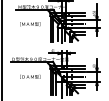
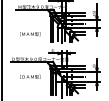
text at (30, 24) position: (30, 24) -> (30, 34)
